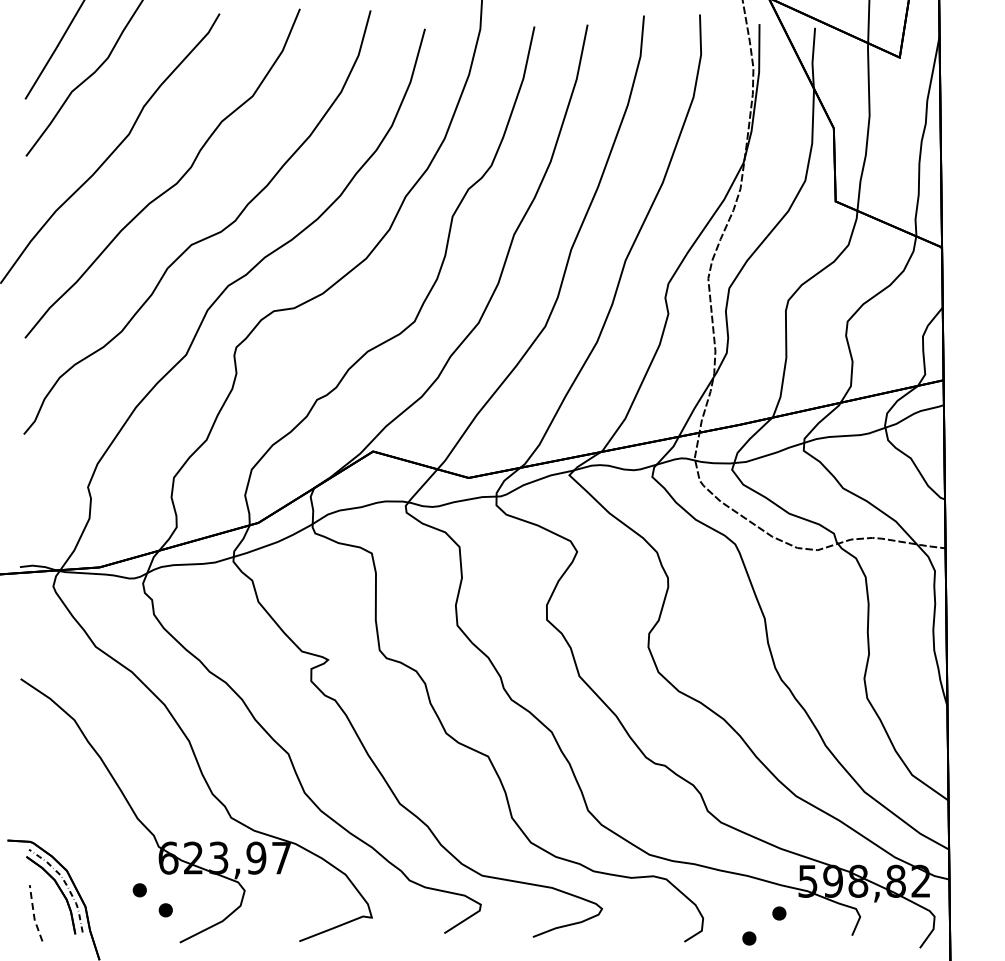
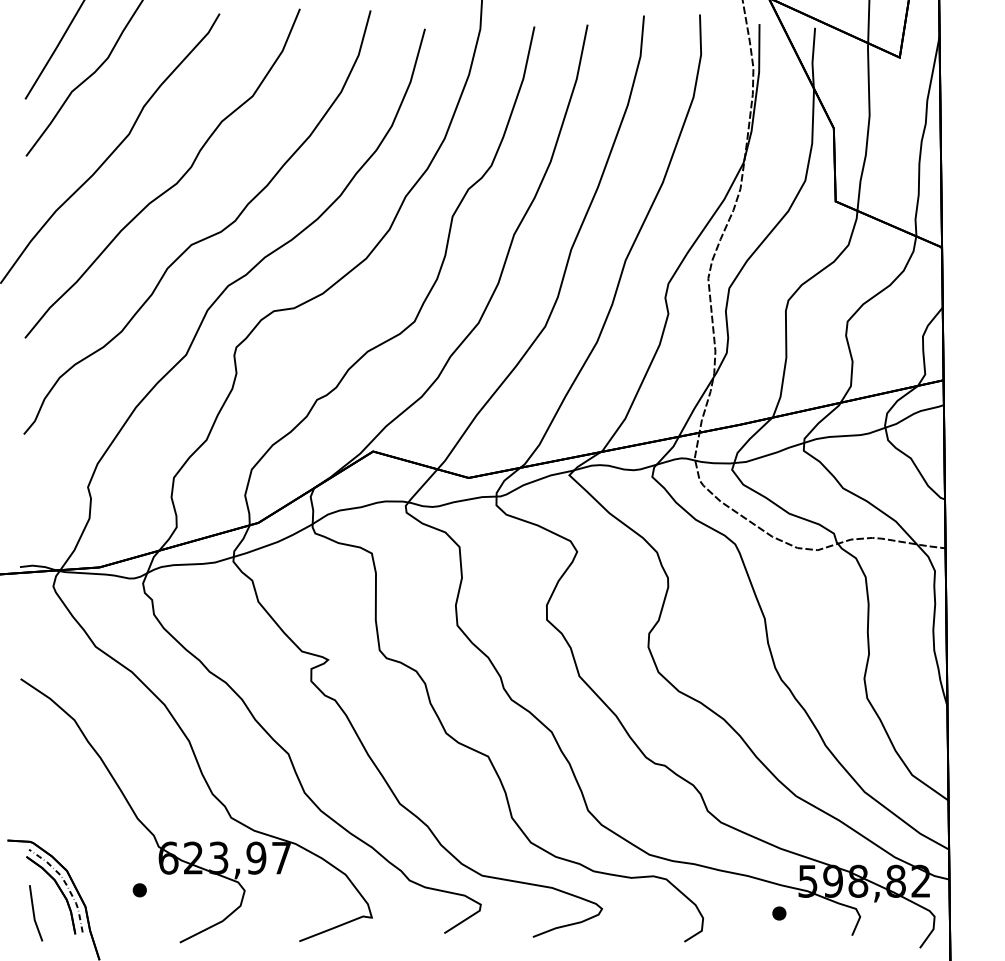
part at (165, 910): present -> none
line at (33, 913): dashed -> solid
part at (749, 938): present -> none
